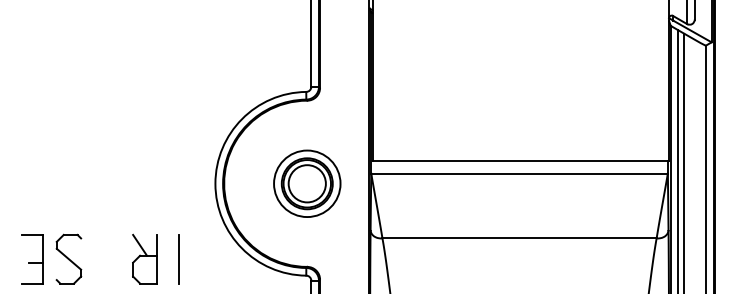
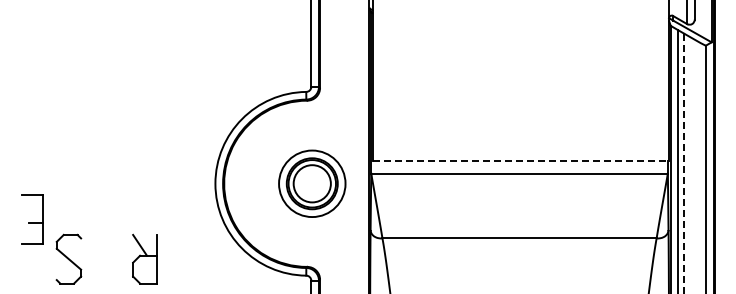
line at (521, 160): solid -> dashed
line at (684, 163): solid -> dashed
part at (307, 183) position: (307, 183) -> (312, 183)
line at (179, 258): present -> none
part at (32, 259) position: (32, 259) -> (32, 219)
